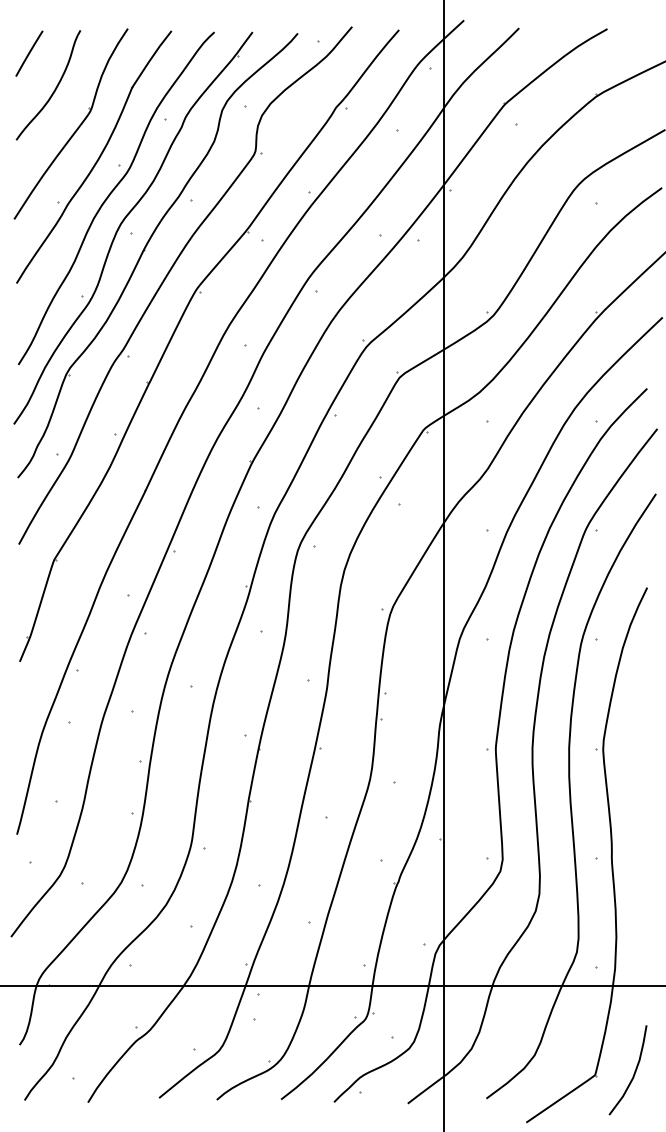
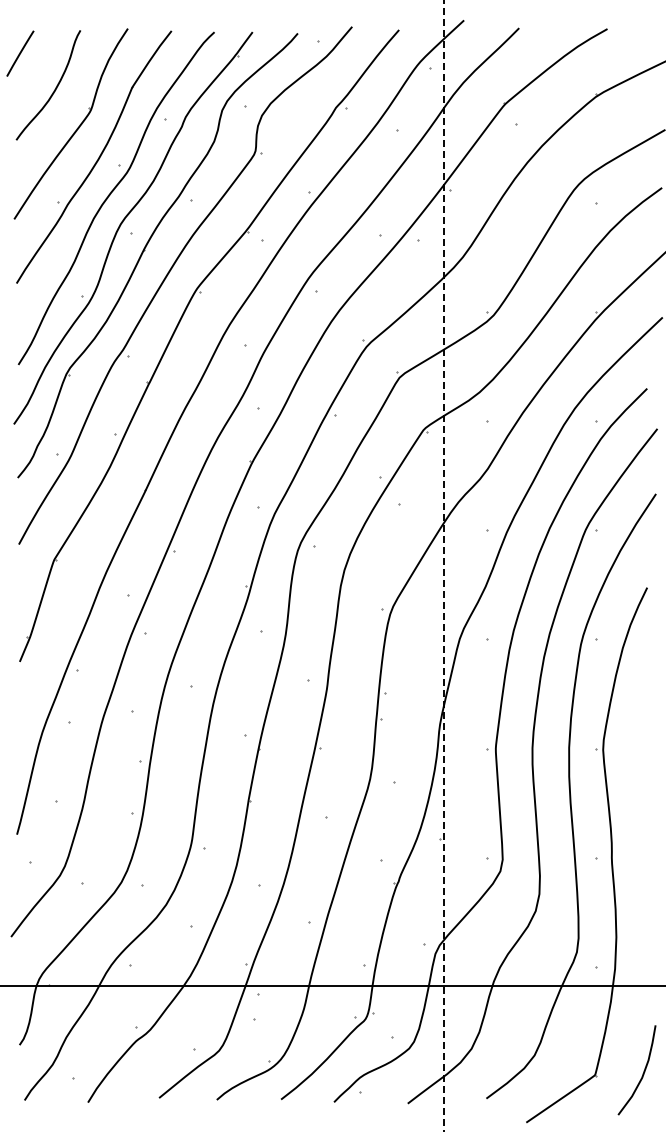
line at (29, 53) position: (29, 53) -> (20, 53)
line at (443, 565): solid -> dashed
curve at (633, 1073) position: (633, 1073) -> (642, 1073)
